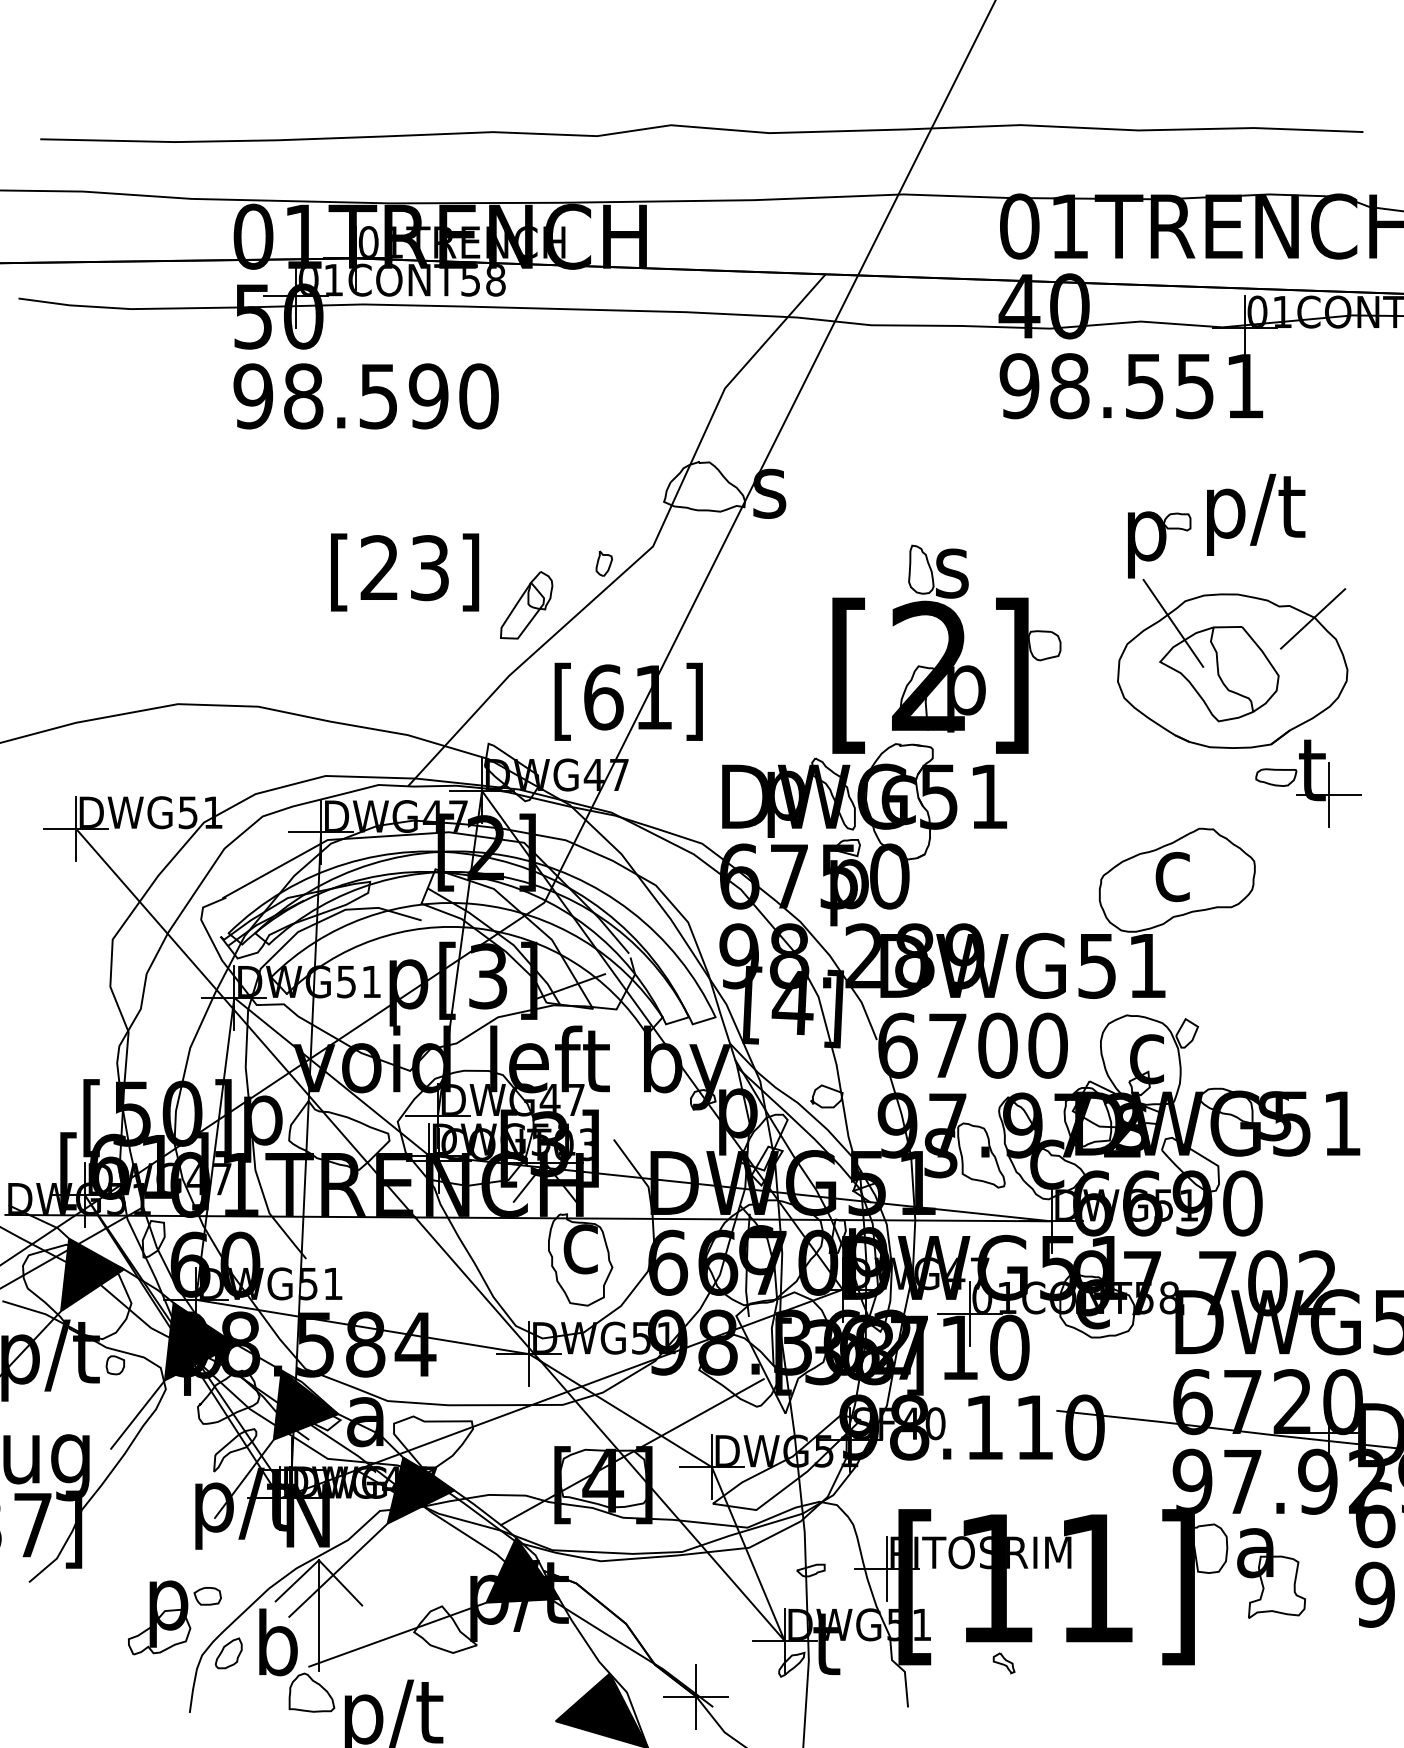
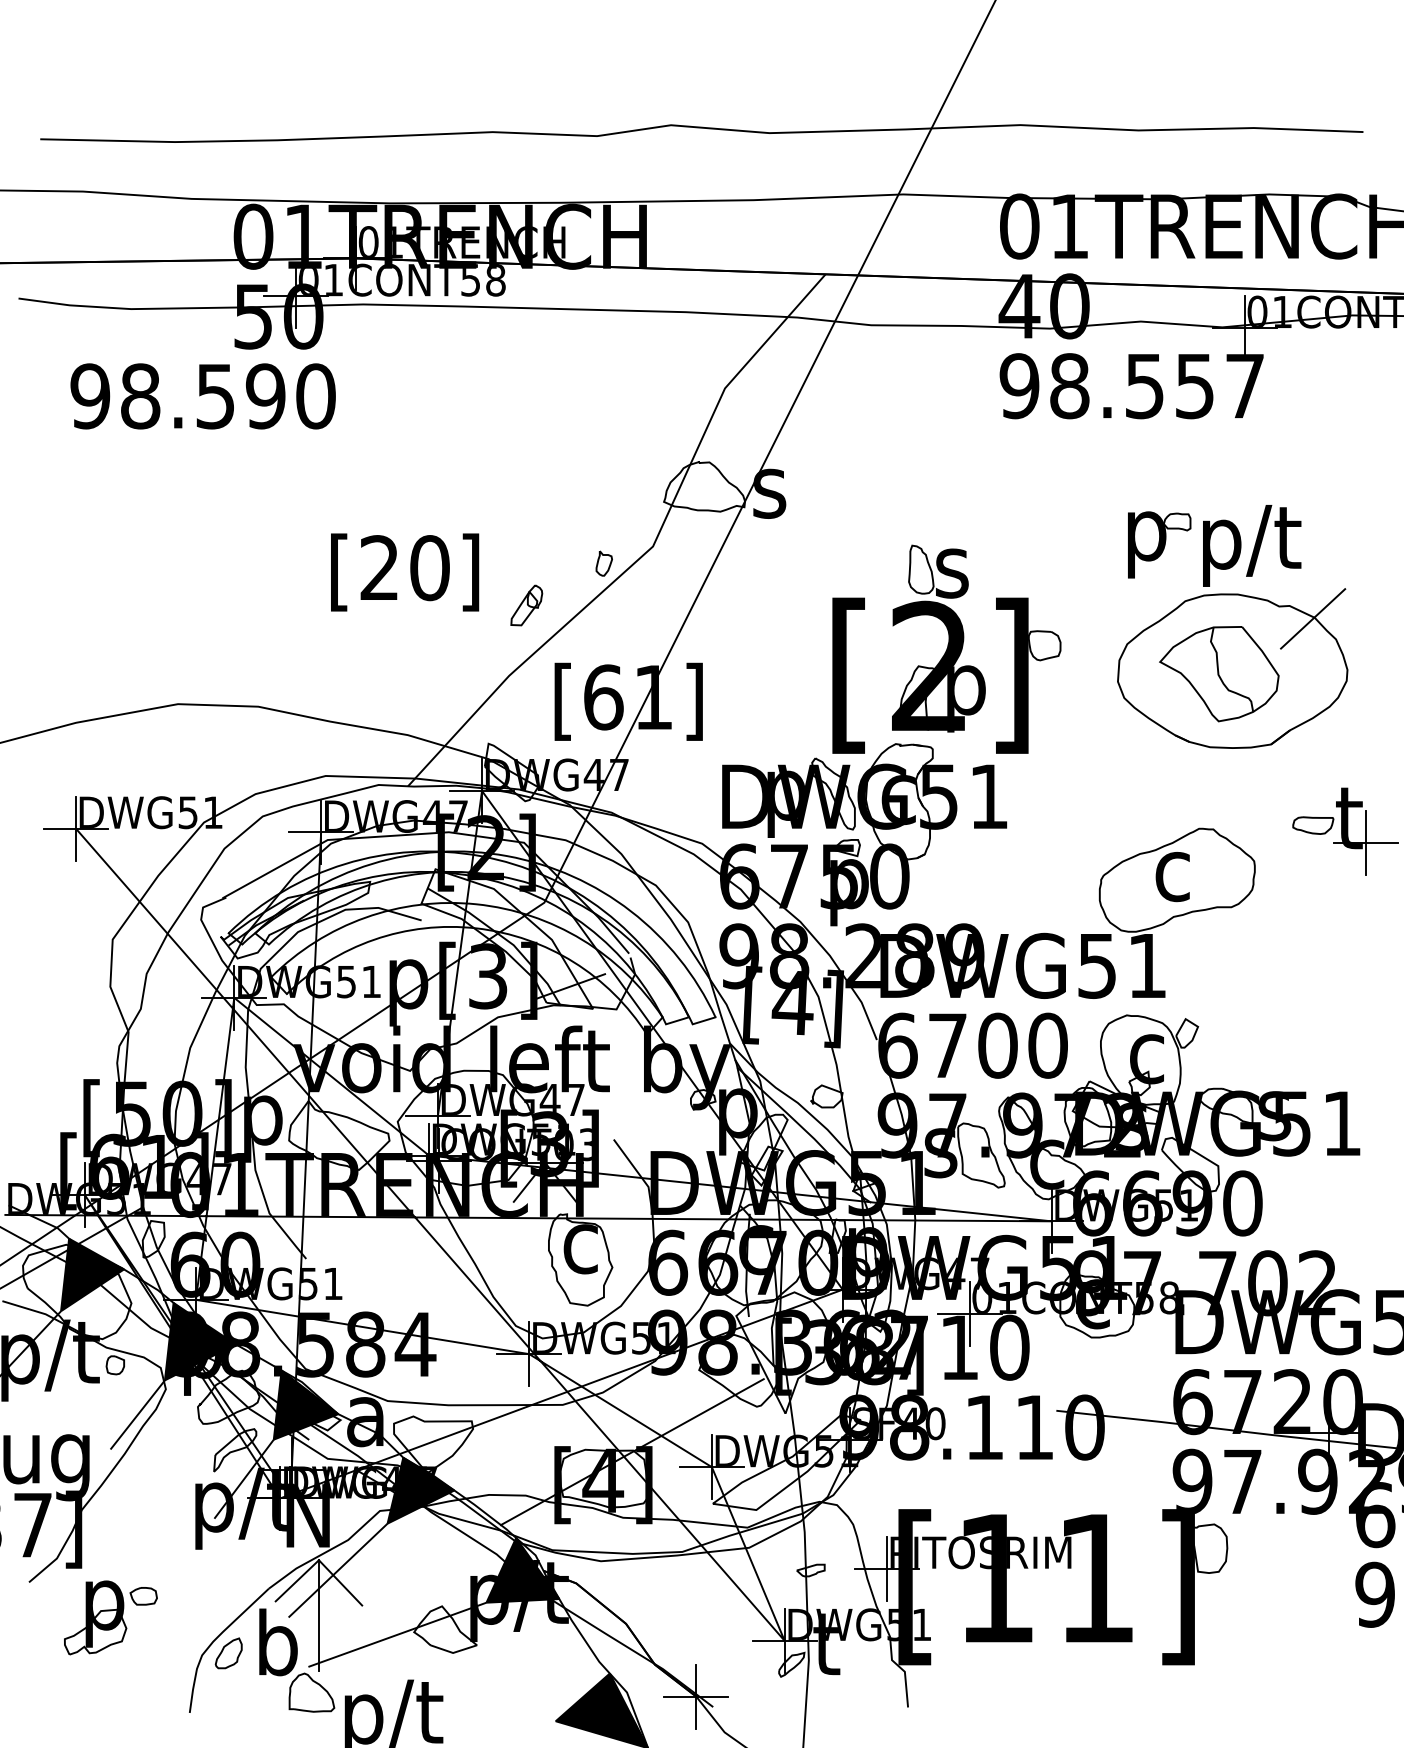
text at (1244, 386): 98.551 -> 98.557
text at (365, 396) position: (365, 396) -> (202, 396)
text at (1256, 514) position: (1256, 514) -> (1252, 545)
text at (429, 568): [23] -> [20]
part at (526, 605) size: 54x69 px -> 34x43 px
line at (1173, 622): present -> none
part at (1308, 783) position: (1308, 783) -> (1345, 831)
part at (1271, 1573): present -> none
part at (174, 1617) position: (174, 1617) -> (110, 1617)
part at (1003, 1663): present -> none
